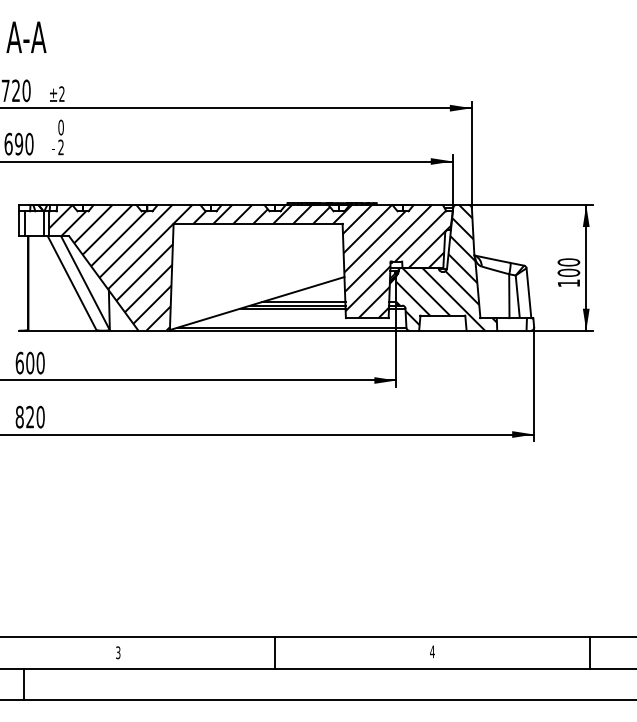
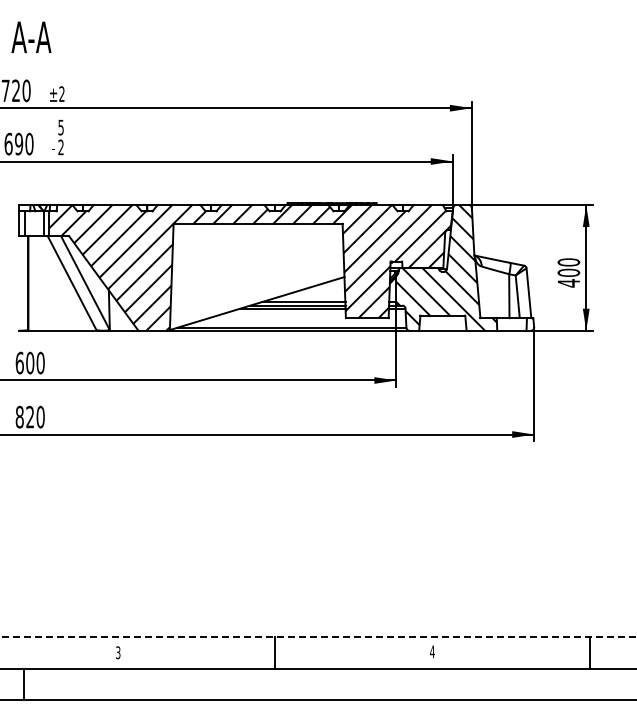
text at (26, 36) position: (26, 36) -> (31, 36)
text at (60, 127): 0 -> 5
text at (568, 283): 100 -> 400
line at (318, 637): solid -> dashed
